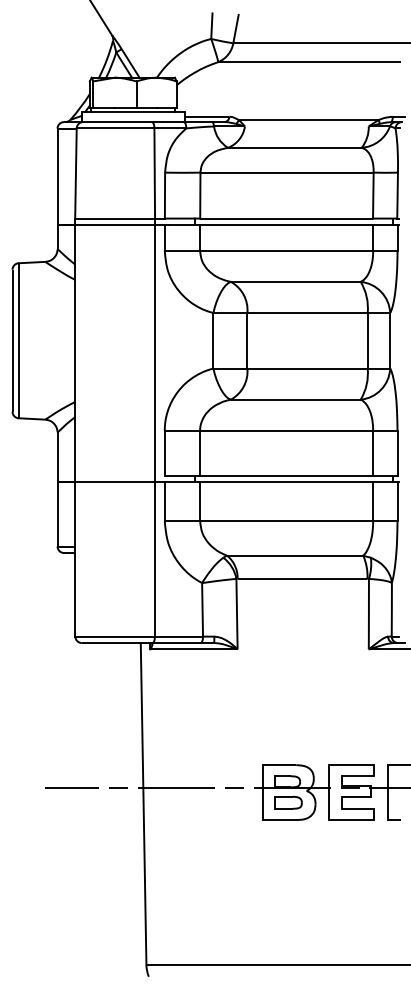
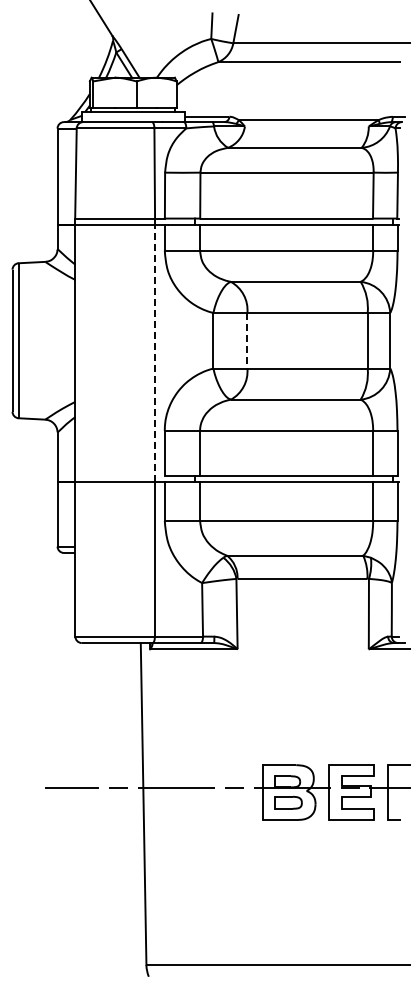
line at (247, 340): solid -> dashed
line at (154, 353): solid -> dashed
